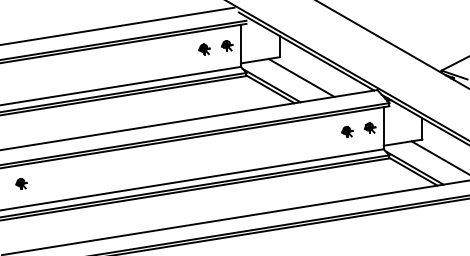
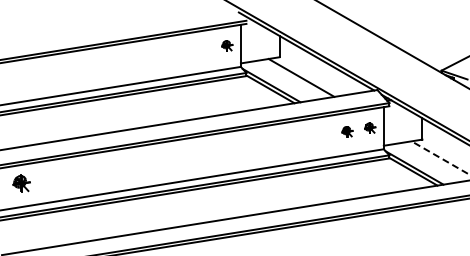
line at (118, 25): present -> none
part at (204, 49): present -> none
line at (440, 157): solid -> dashed
part at (21, 183) size: 13x12 px -> 19x19 px
